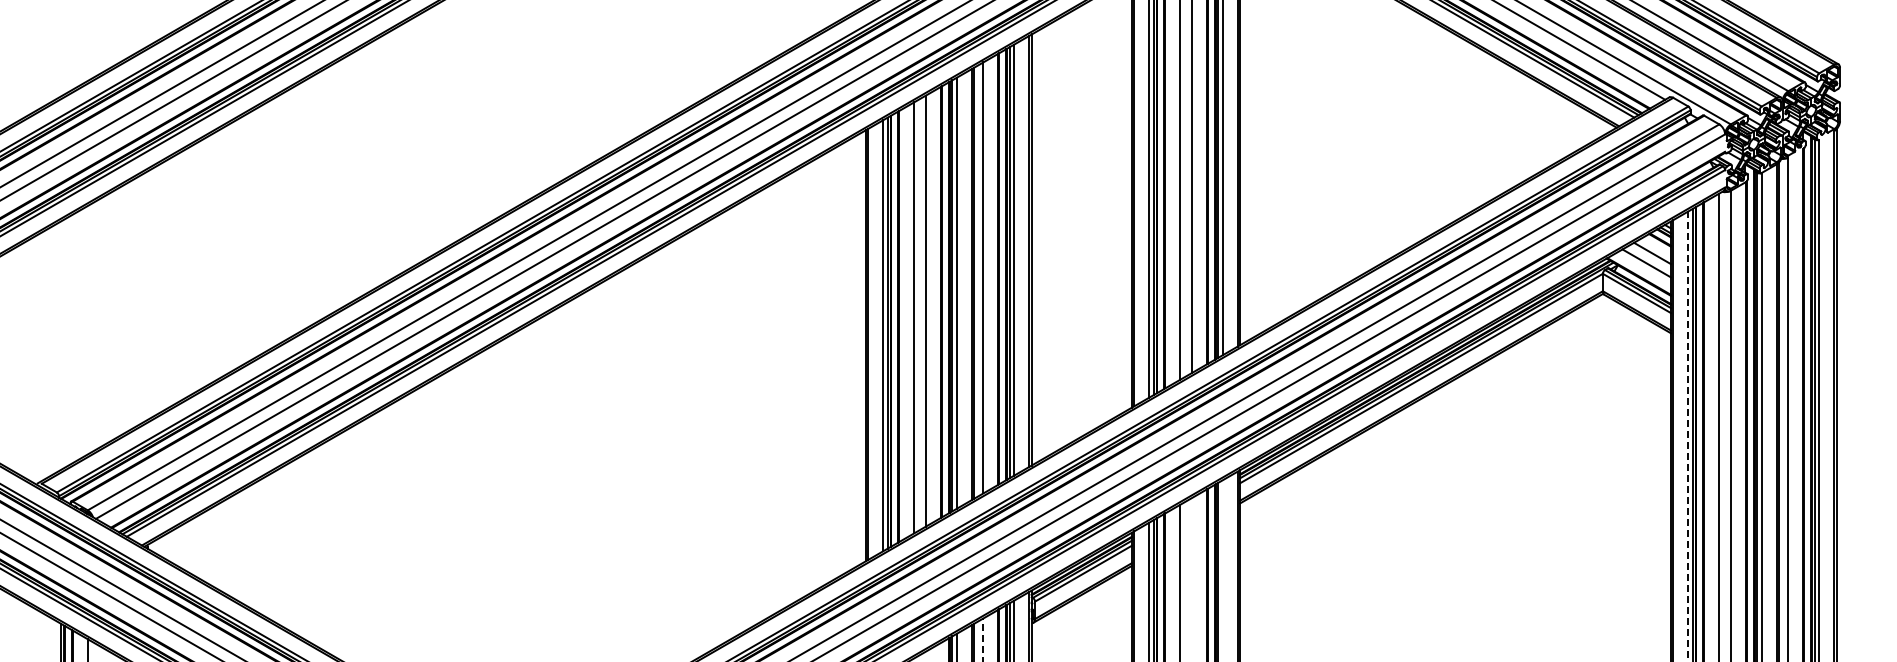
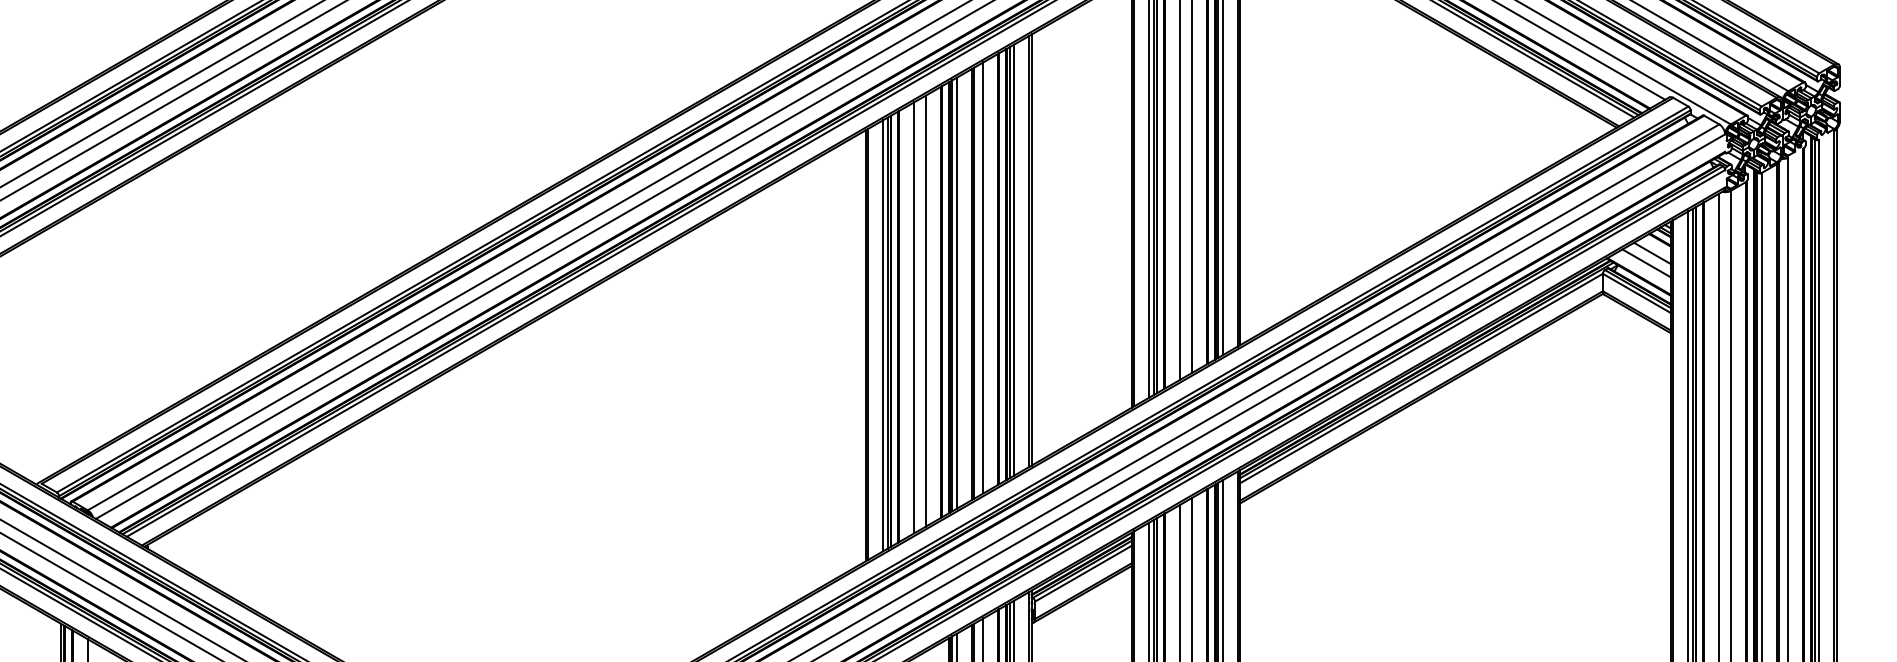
line at (1688, 436): dashed -> solid
line at (1222, 569): none -> present
line at (1191, 578): none -> present
line at (983, 639): dashed -> solid
